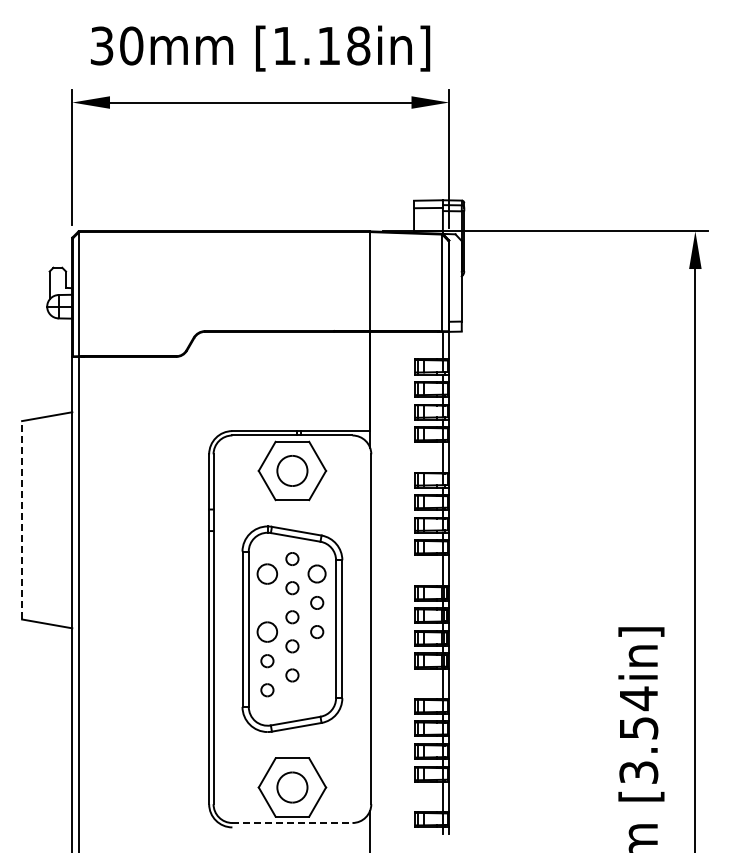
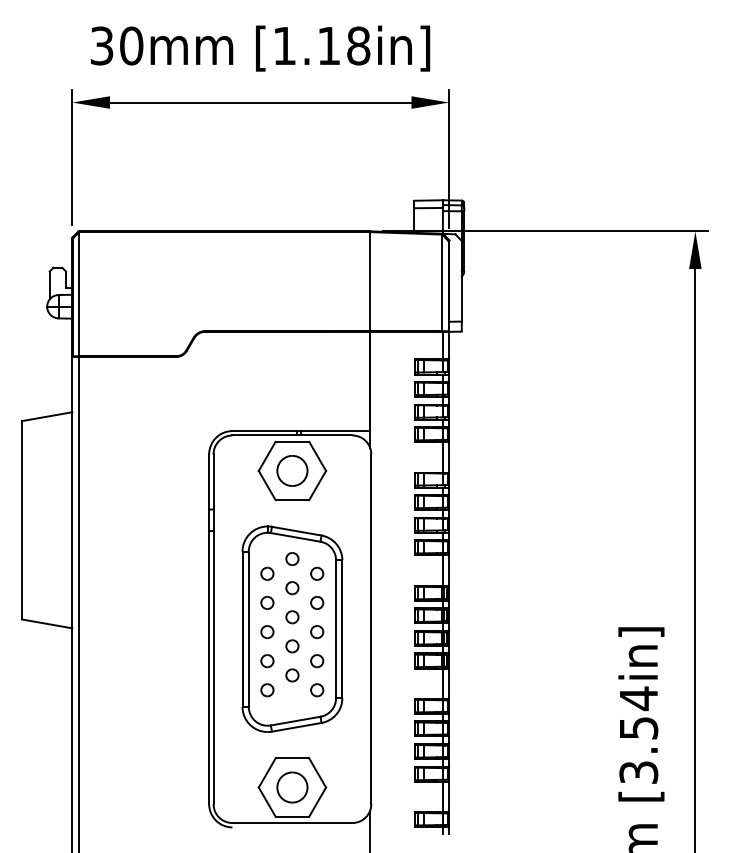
line at (22, 519): dashed -> solid
part at (266, 573) size: 22x22 px -> 15x15 px
part at (316, 573) size: 20x20 px -> 15x15 px
part at (267, 602): none -> present
part at (266, 631) size: 22x22 px -> 15x14 px
part at (317, 661): none -> present
part at (317, 690): none -> present
line at (292, 823): dashed -> solid
